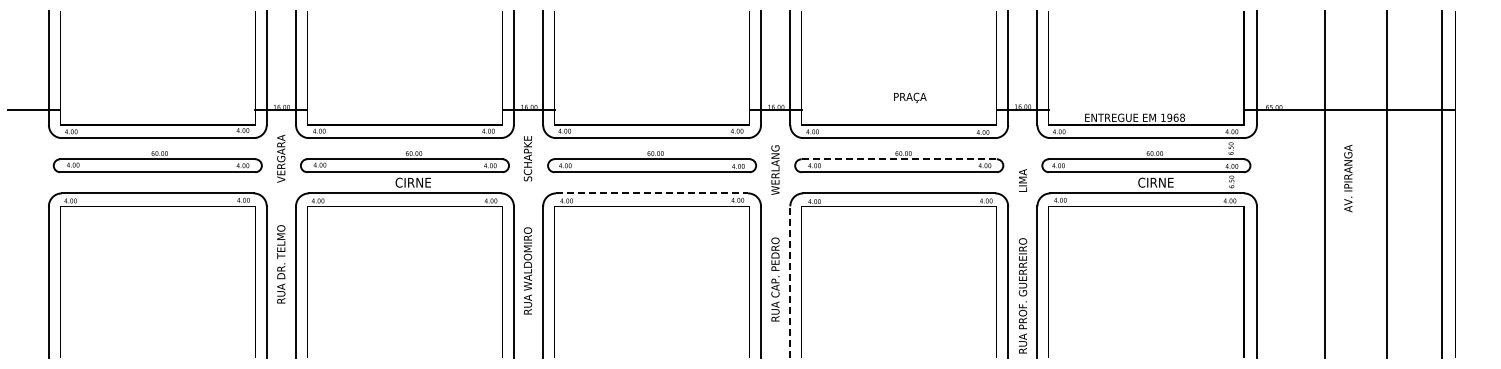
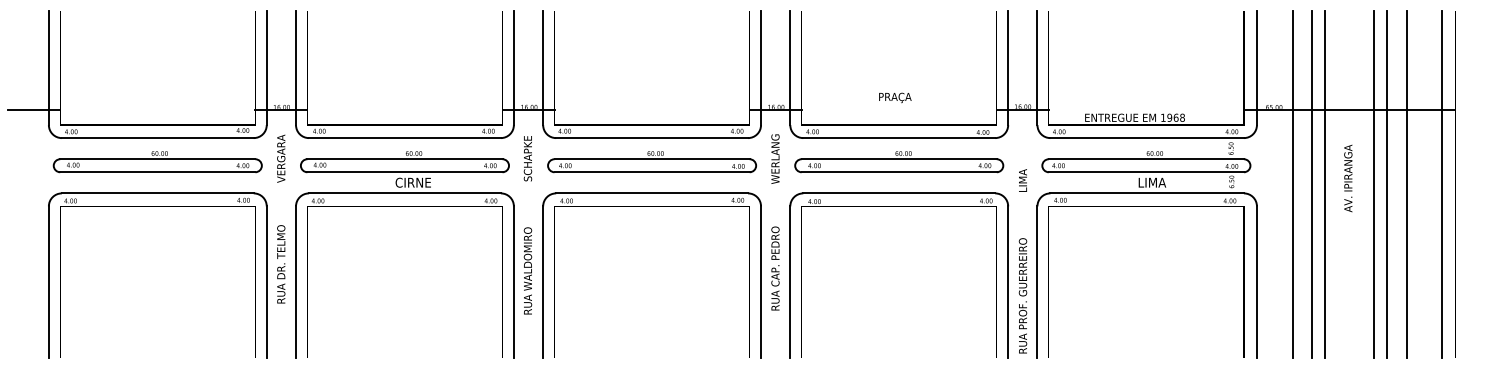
text at (910, 97) position: (910, 97) -> (895, 97)
line at (899, 159): dashed -> solid
text at (1155, 182): CIRNE -> LIMA
line at (1292, 184): none -> present
line at (1312, 184): none -> present
line at (1374, 184): none -> present
line at (1406, 184): none -> present
line at (652, 193): dashed -> solid
text at (775, 233) position: (775, 233) -> (775, 222)
line at (790, 282): dashed -> solid
